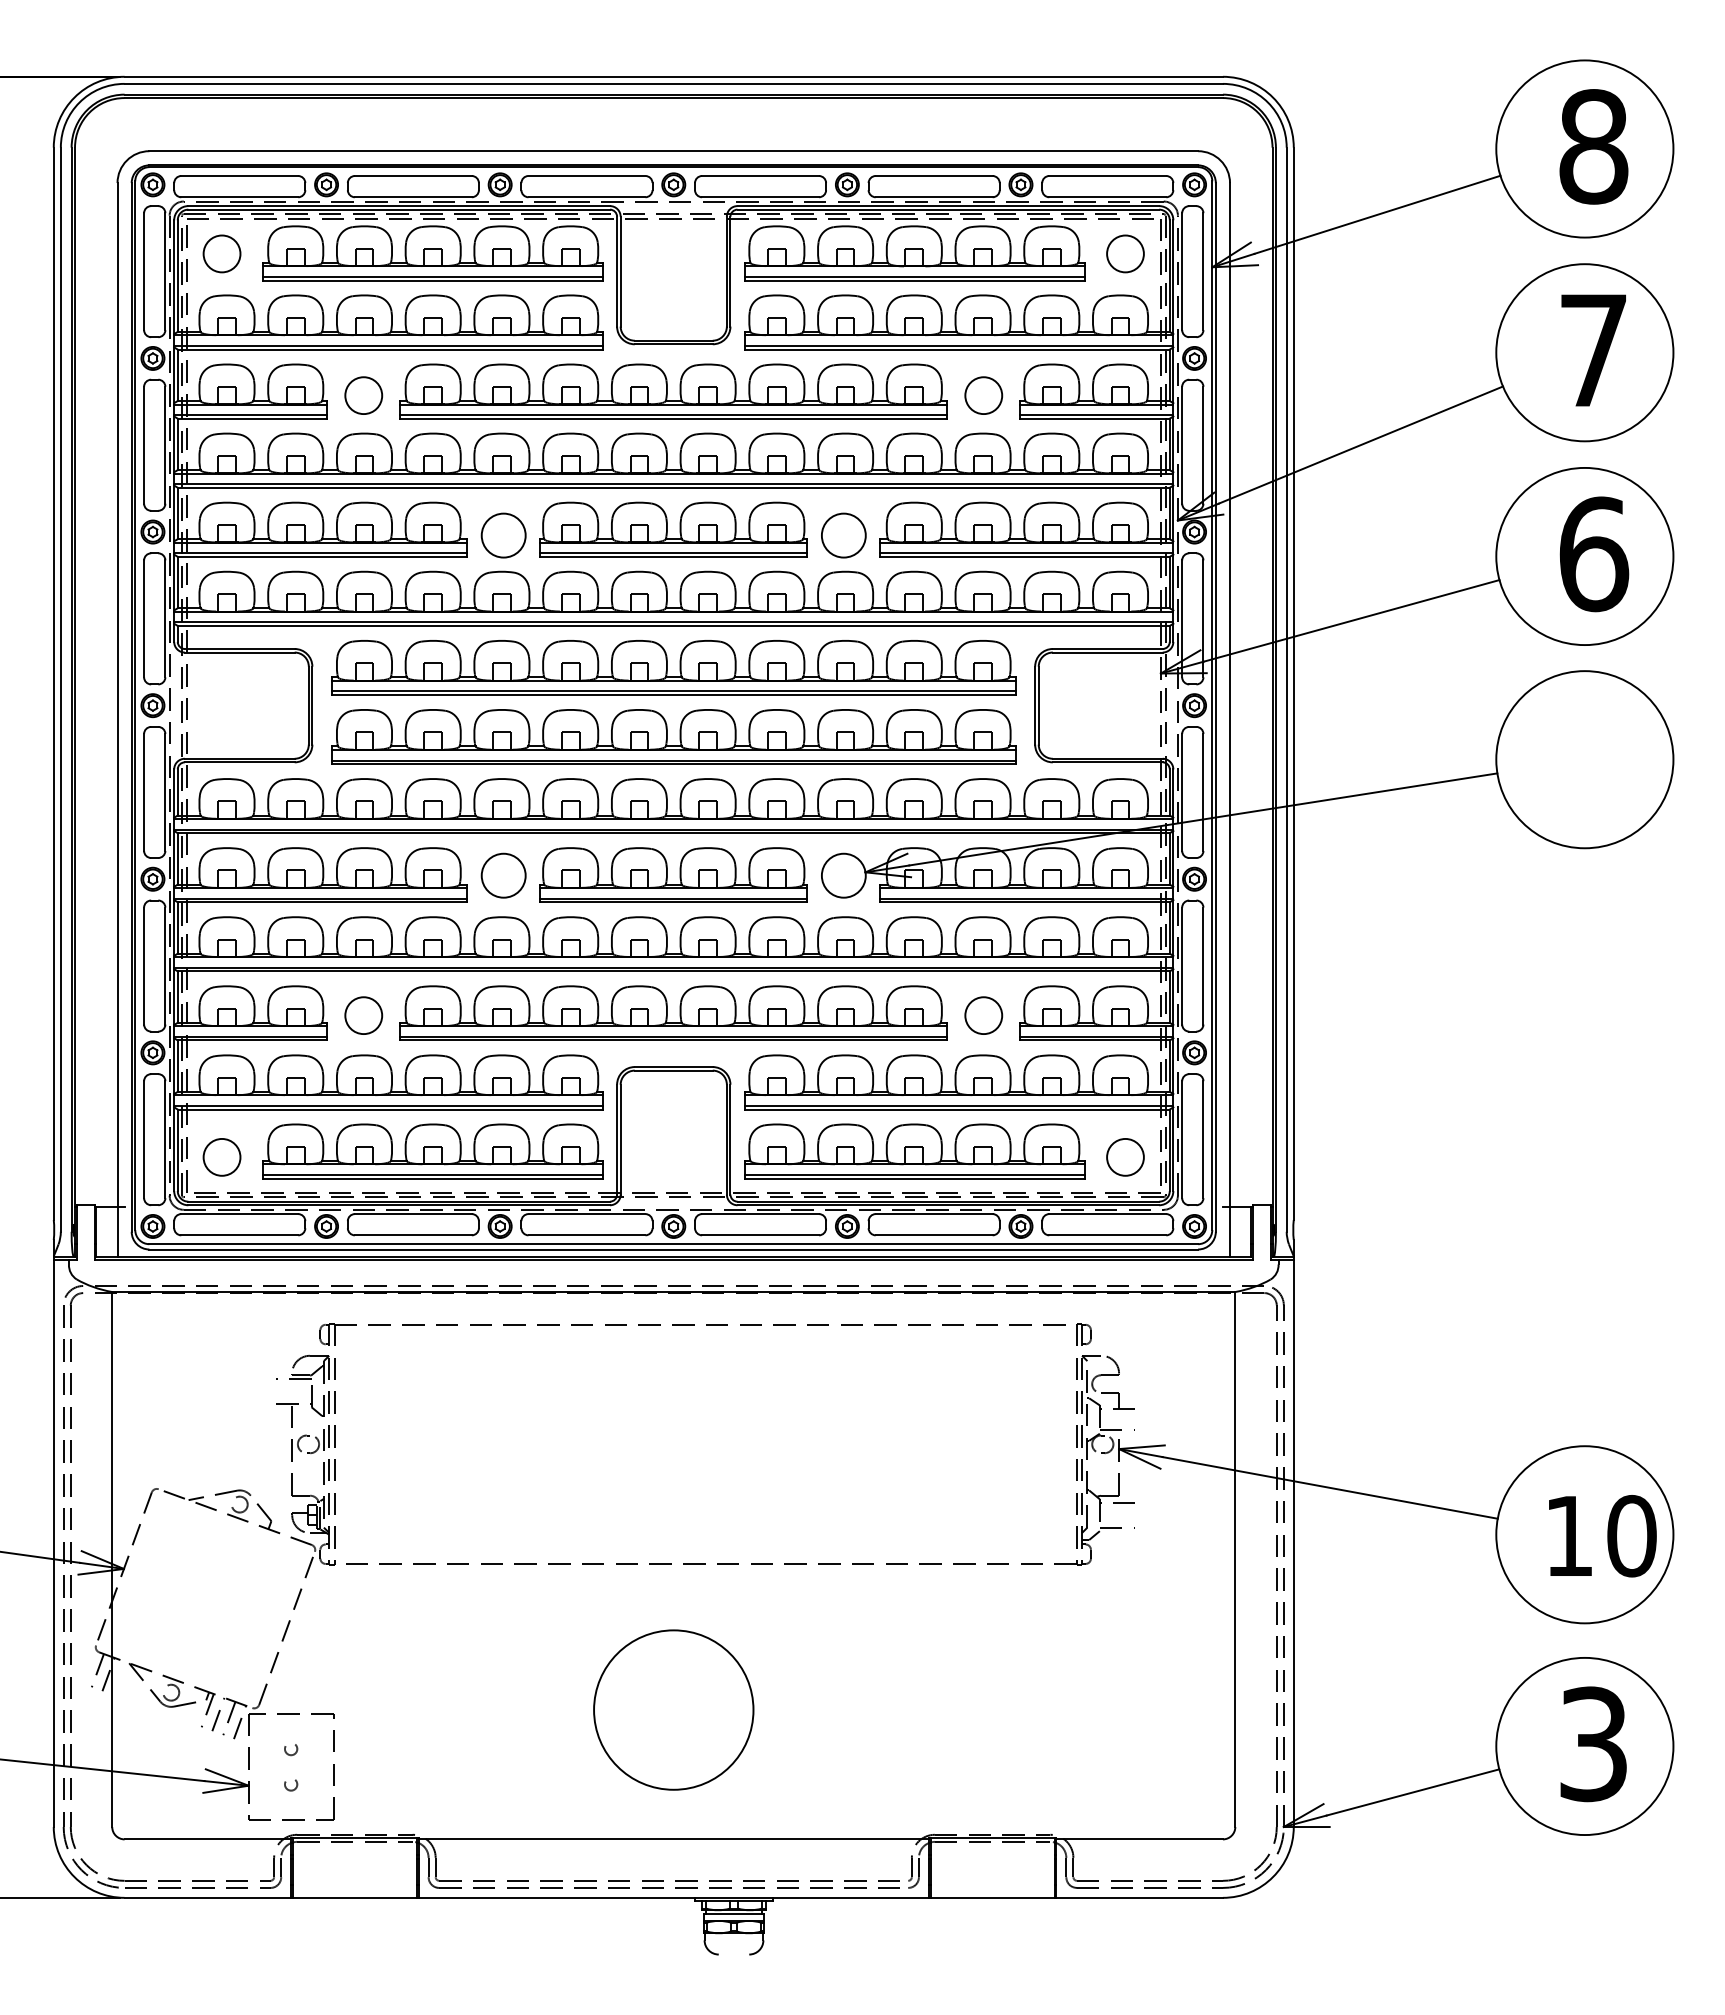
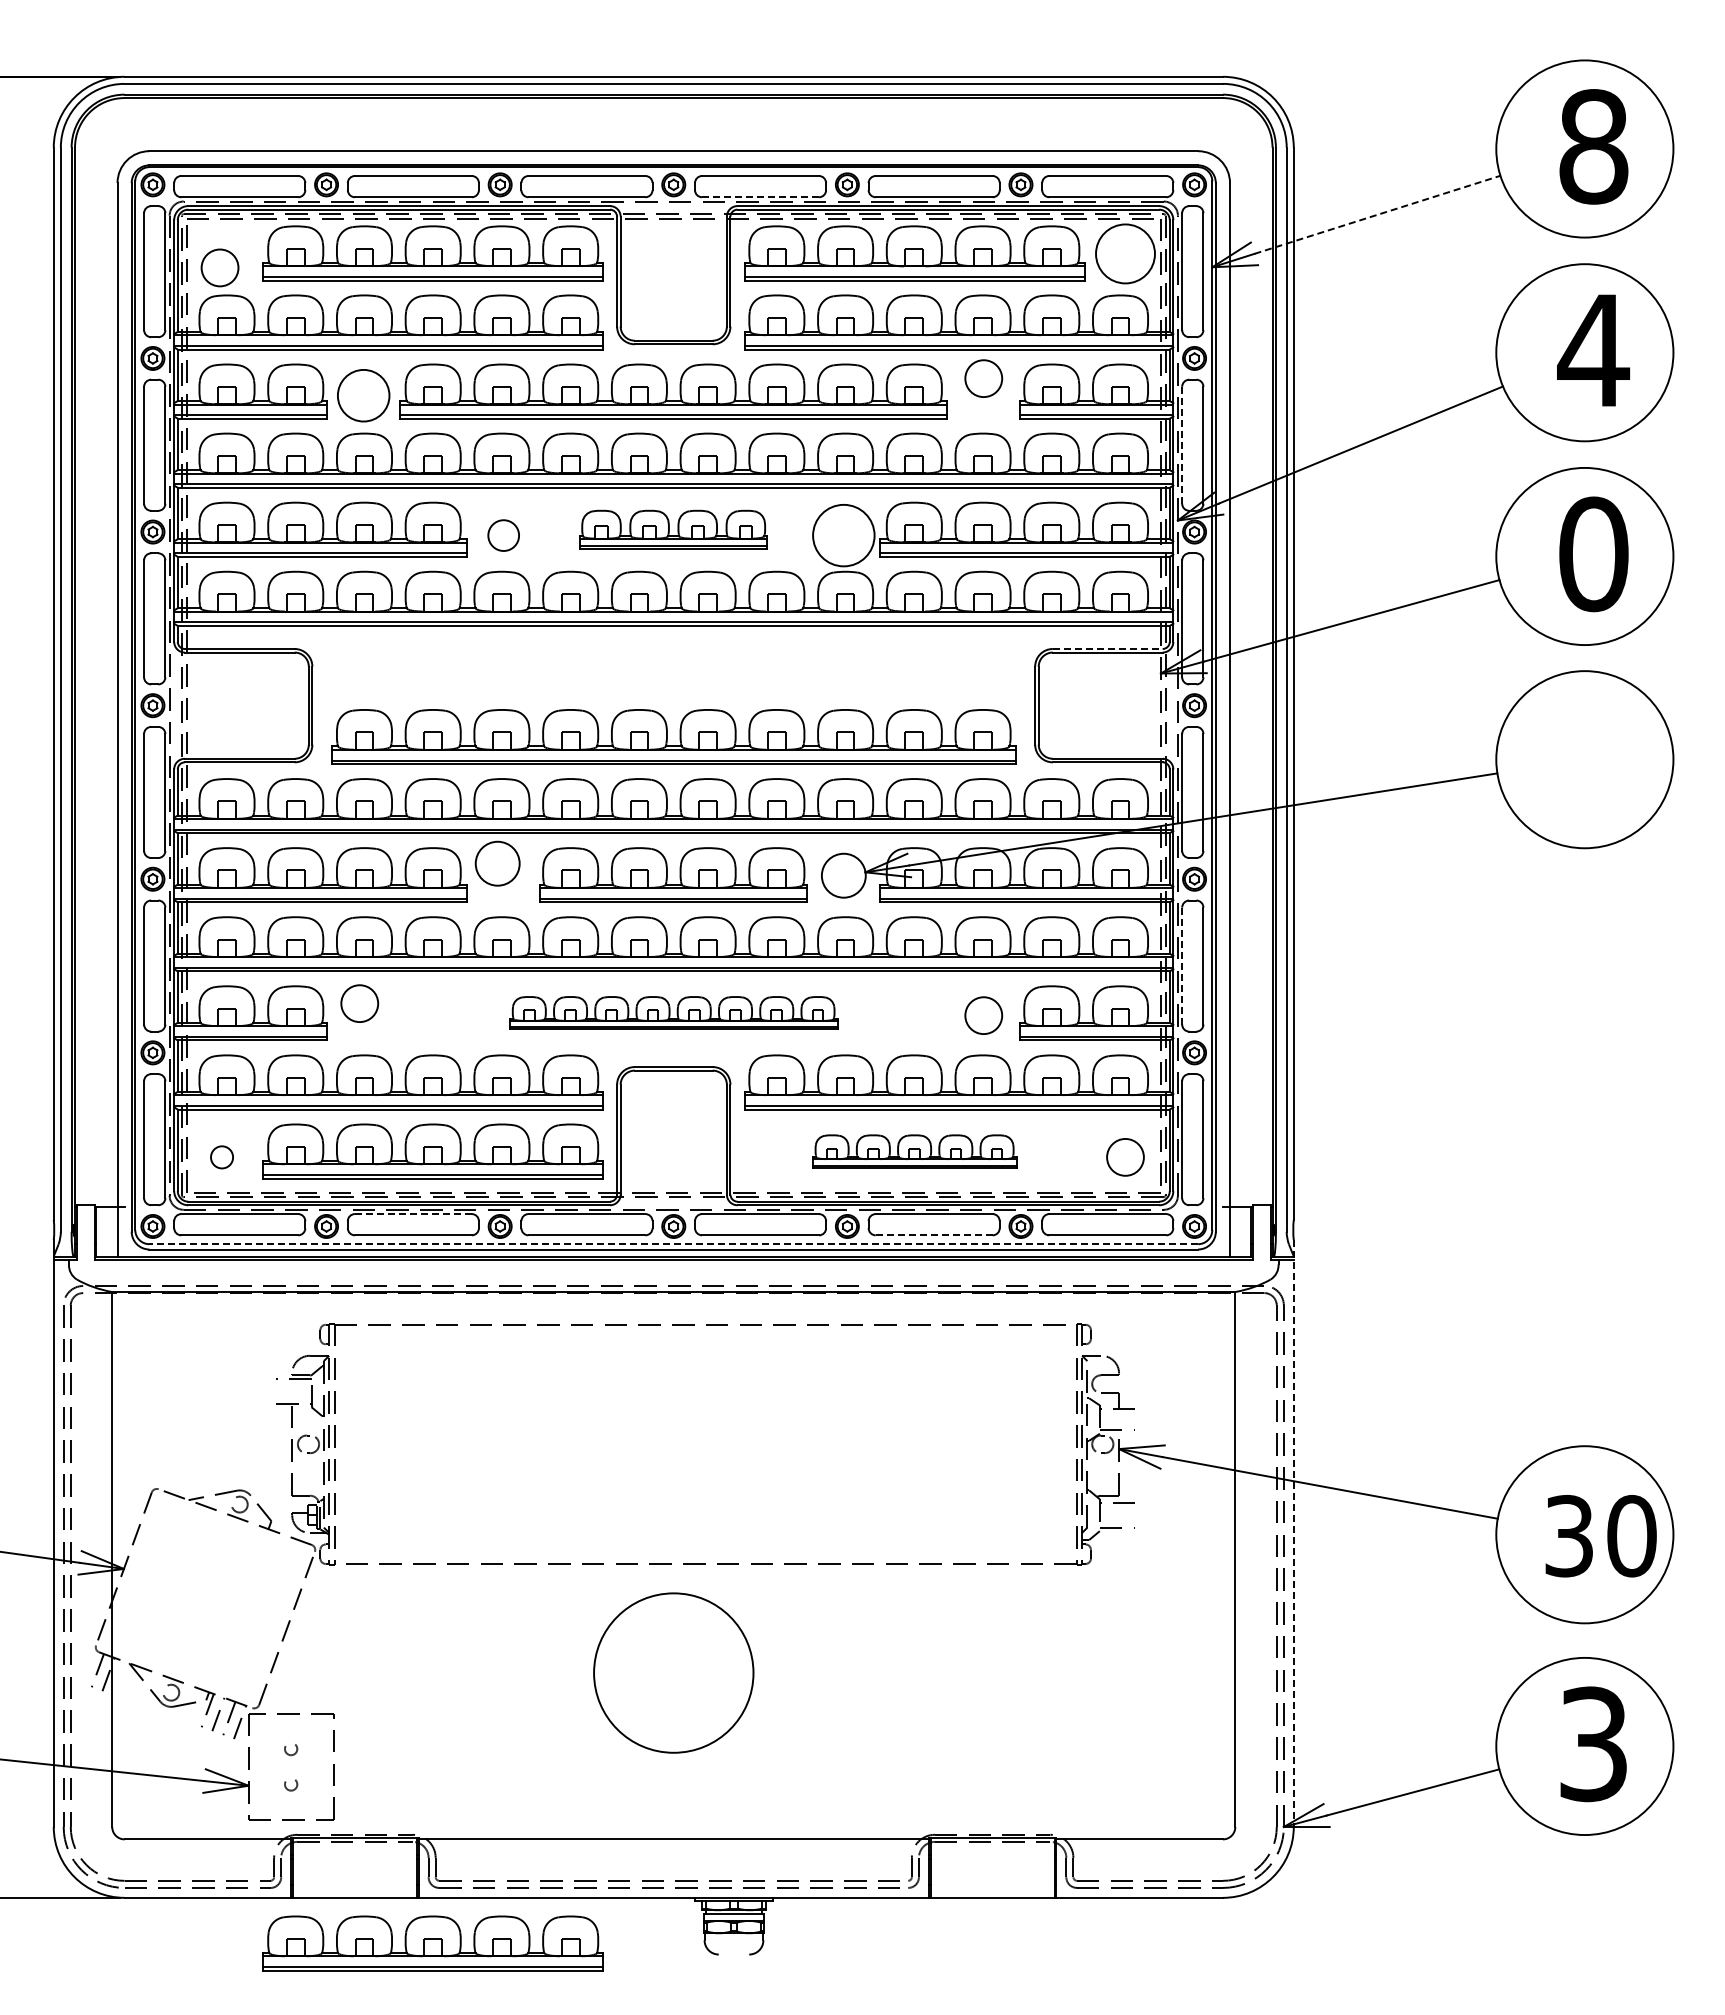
line at (761, 197): solid -> dashed
line at (1377, 214): solid -> dashed
circle at (221, 253) position: (221, 253) -> (219, 267)
circle at (1125, 253) diameter: 37 px -> 59 px
text at (1593, 350): 7 -> 4
circle at (363, 395) size: 40x39 px -> 54x54 px
circle at (983, 395) position: (983, 395) -> (983, 378)
line at (1182, 445): solid -> dashed
part at (673, 529) size: 269x57 px -> 189x41 px
circle at (503, 535) diameter: 44 px -> 31 px
circle at (843, 535) diameter: 44 px -> 62 px
text at (1594, 554): 6 -> 0
line at (1107, 648): solid -> dashed
part at (673, 667): present -> none
circle at (503, 875) position: (503, 875) -> (497, 863)
line at (1182, 966): solid -> dashed
part at (673, 1012) size: 549x56 px -> 330x34 px
circle at (363, 1015) position: (363, 1015) -> (359, 1003)
part at (914, 1151) size: 342x57 px -> 206x35 px
circle at (221, 1156) diameter: 37 px -> 22 px
line at (412, 1214): solid -> dashed
line at (934, 1235): solid -> dashed
line at (673, 1244): solid -> dashed
line at (1293, 1534): solid -> dashed
text at (1568, 1535): 10 -> 30
circle at (673, 1709) position: (673, 1709) -> (673, 1672)
part at (432, 1943): none -> present
